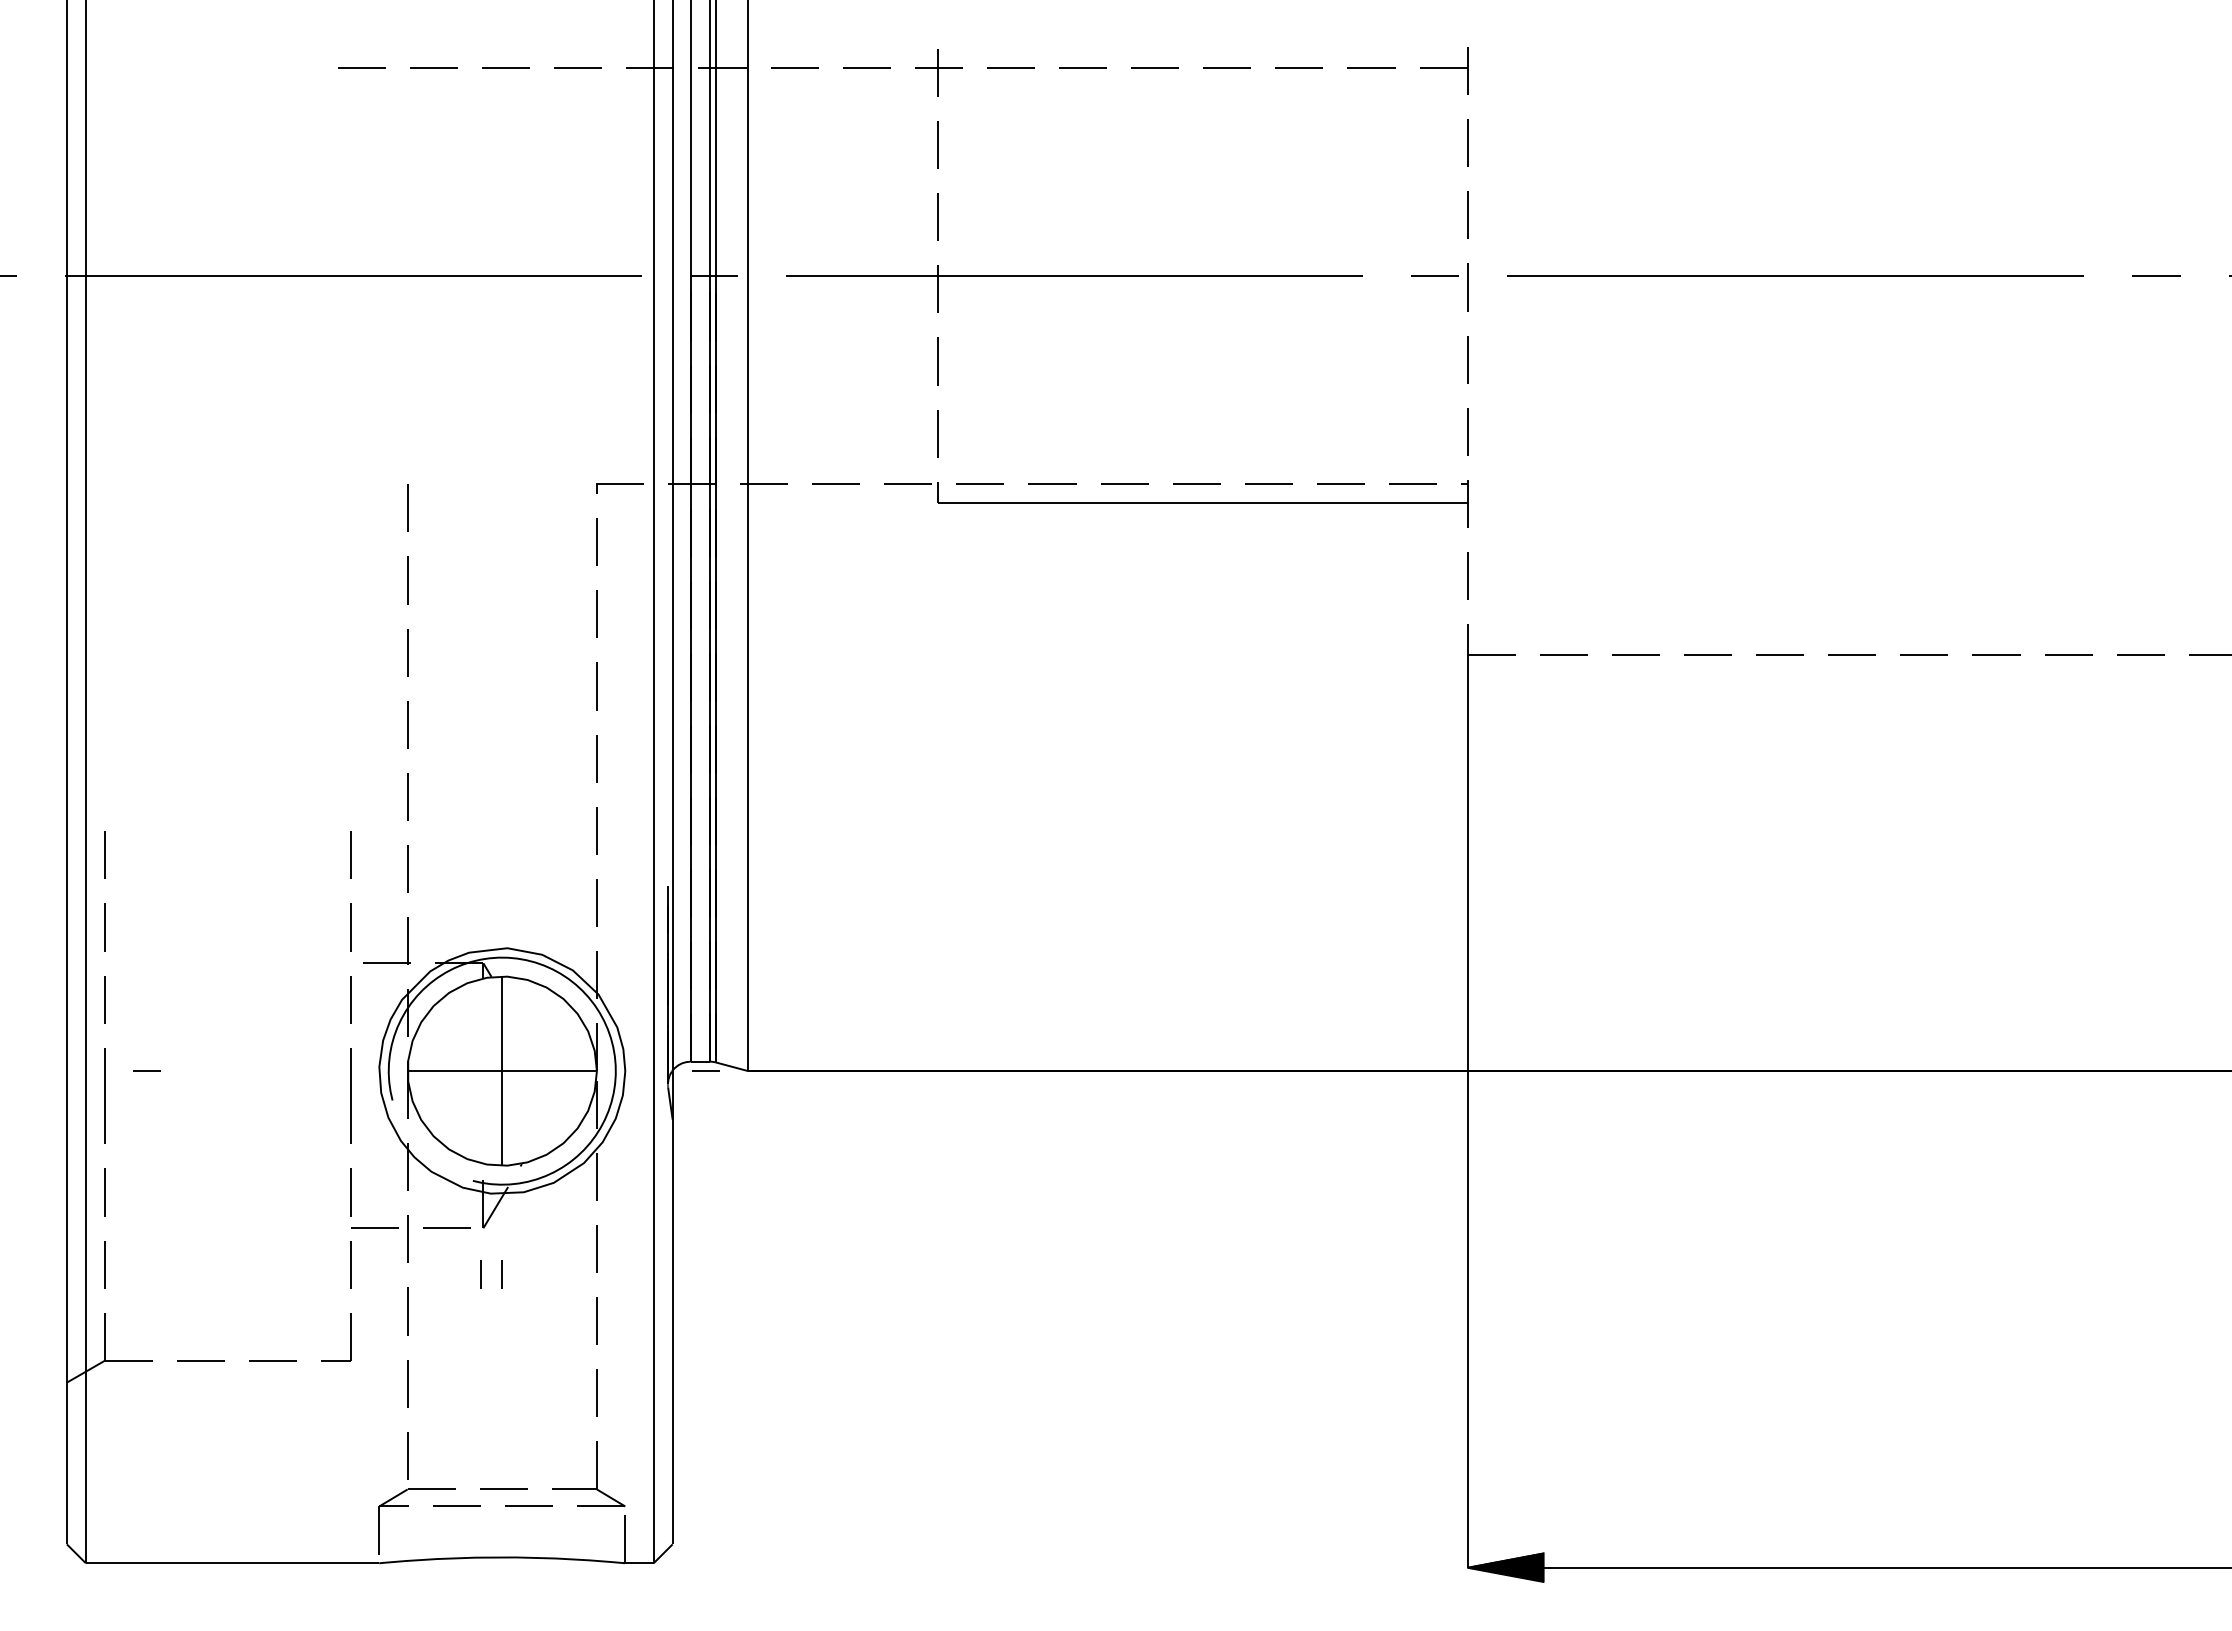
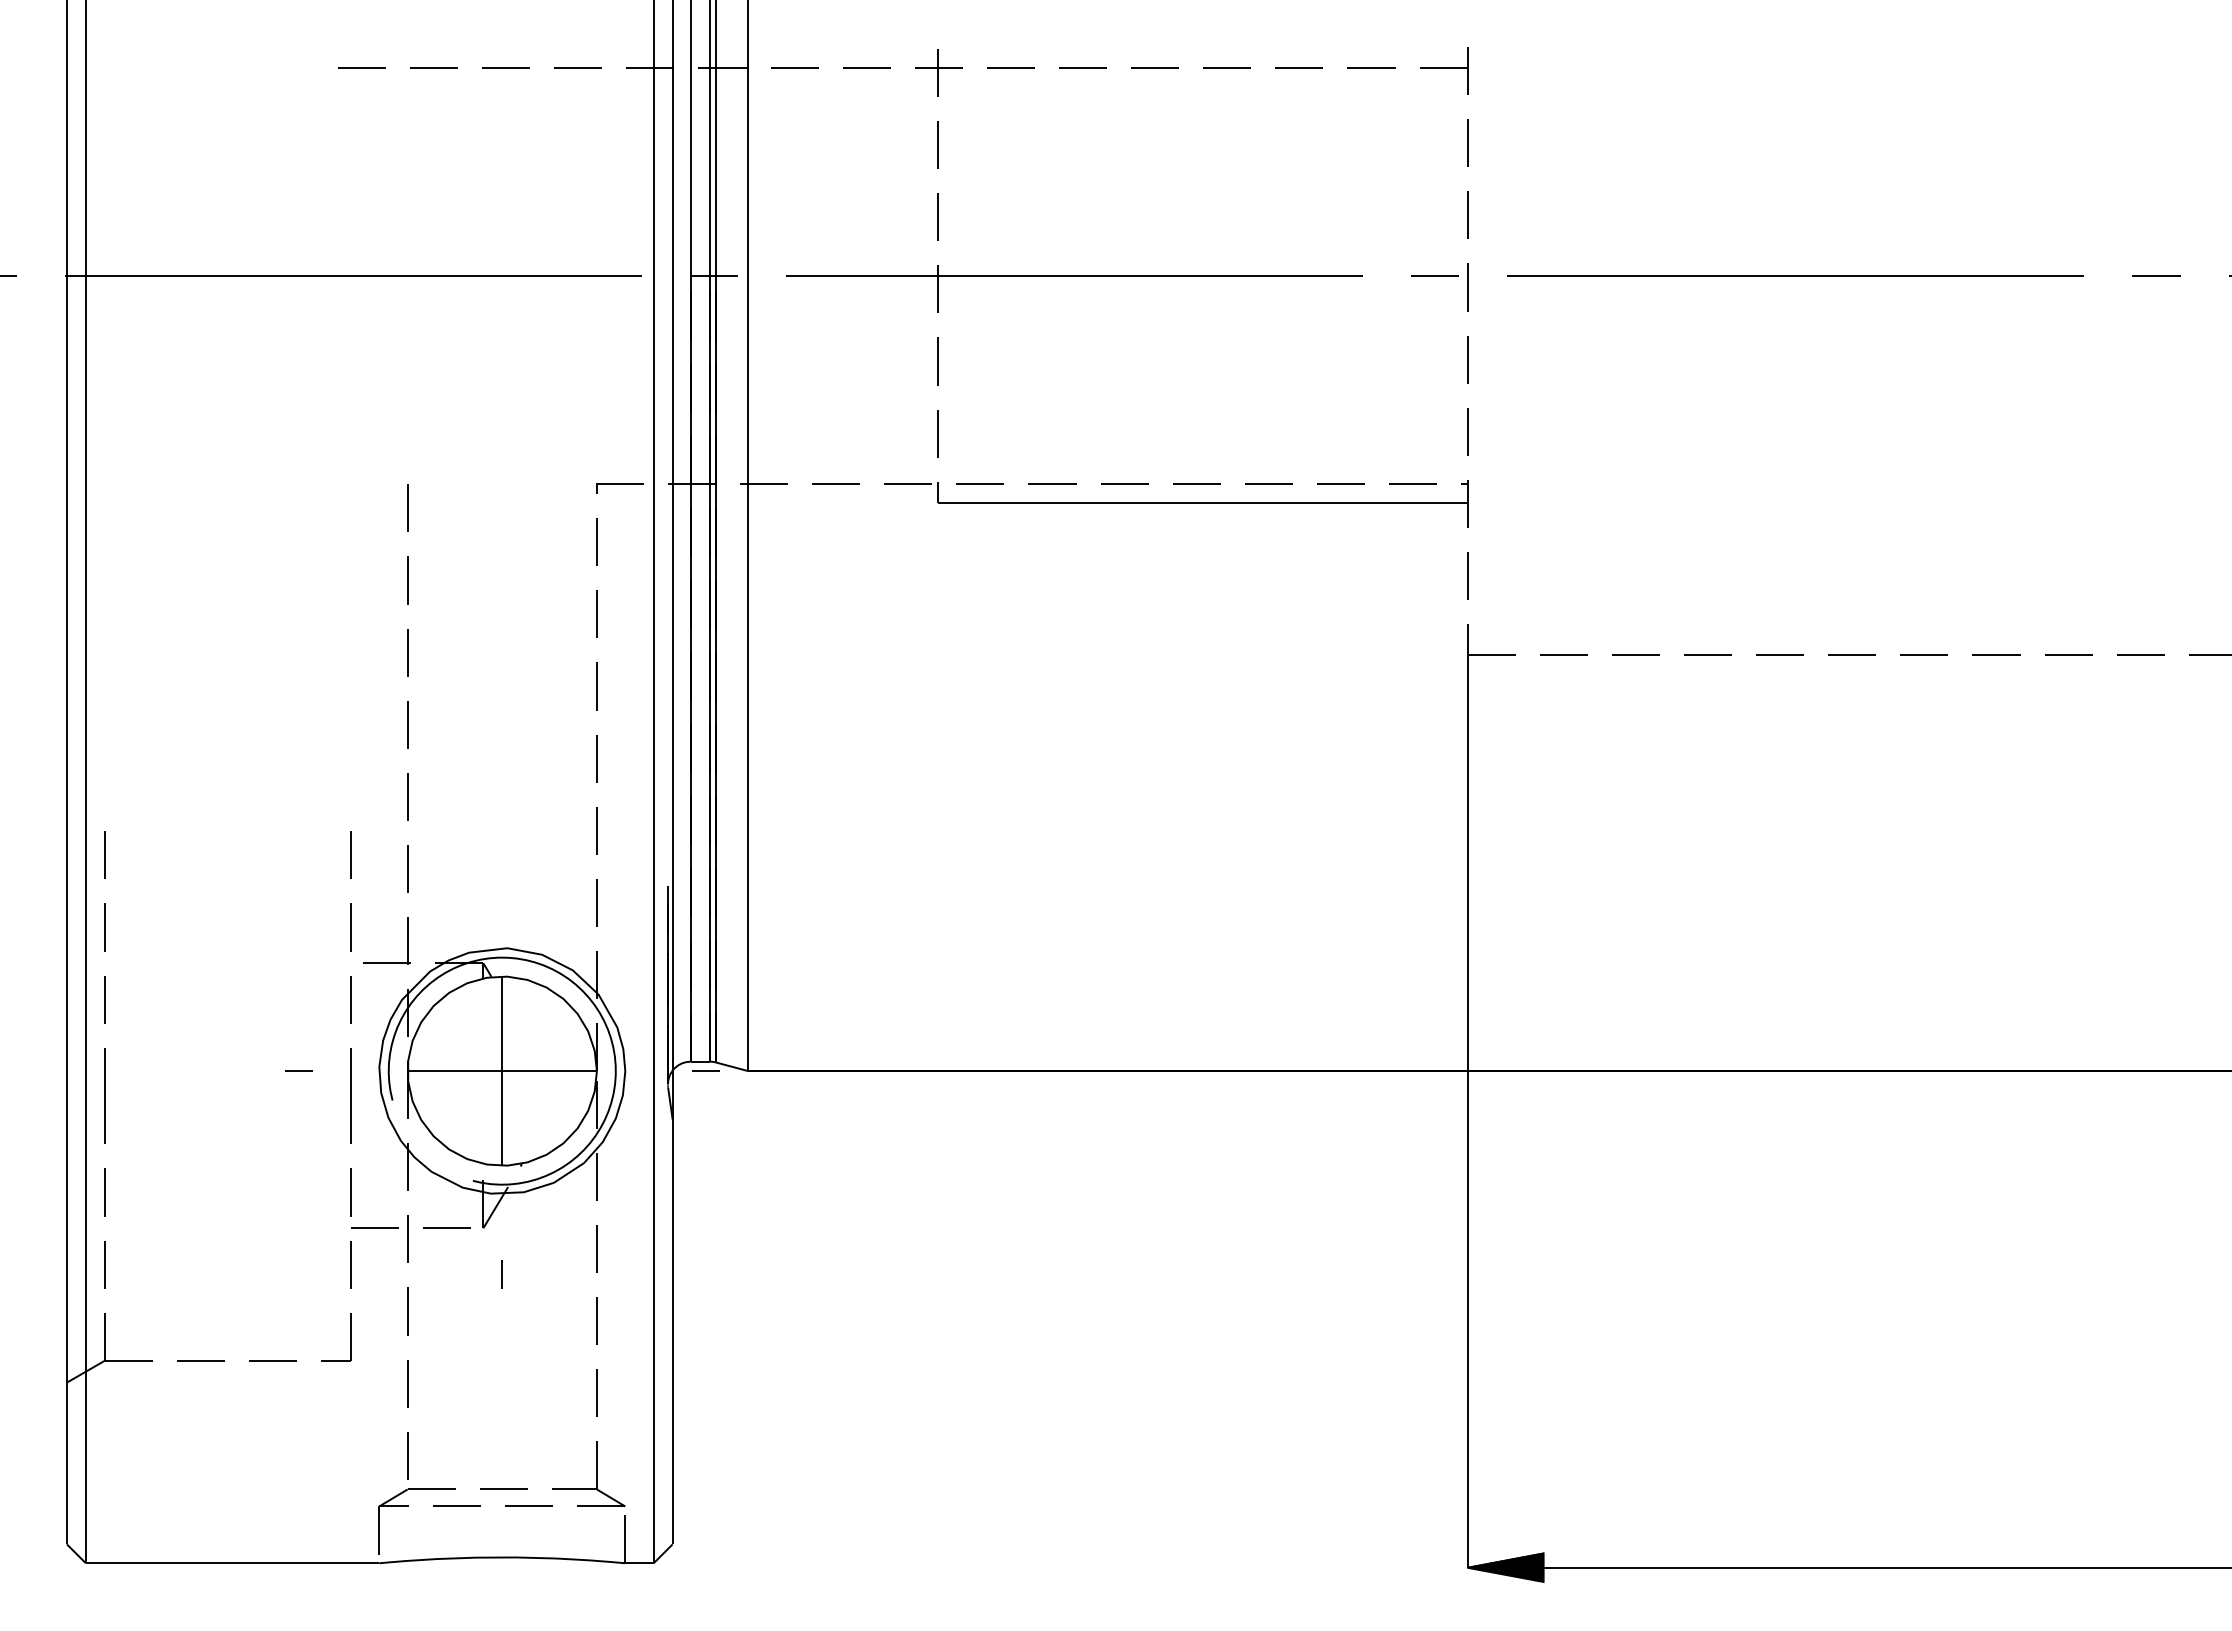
line at (146, 1070) position: (146, 1070) -> (298, 1070)
line at (480, 1274): present -> none
